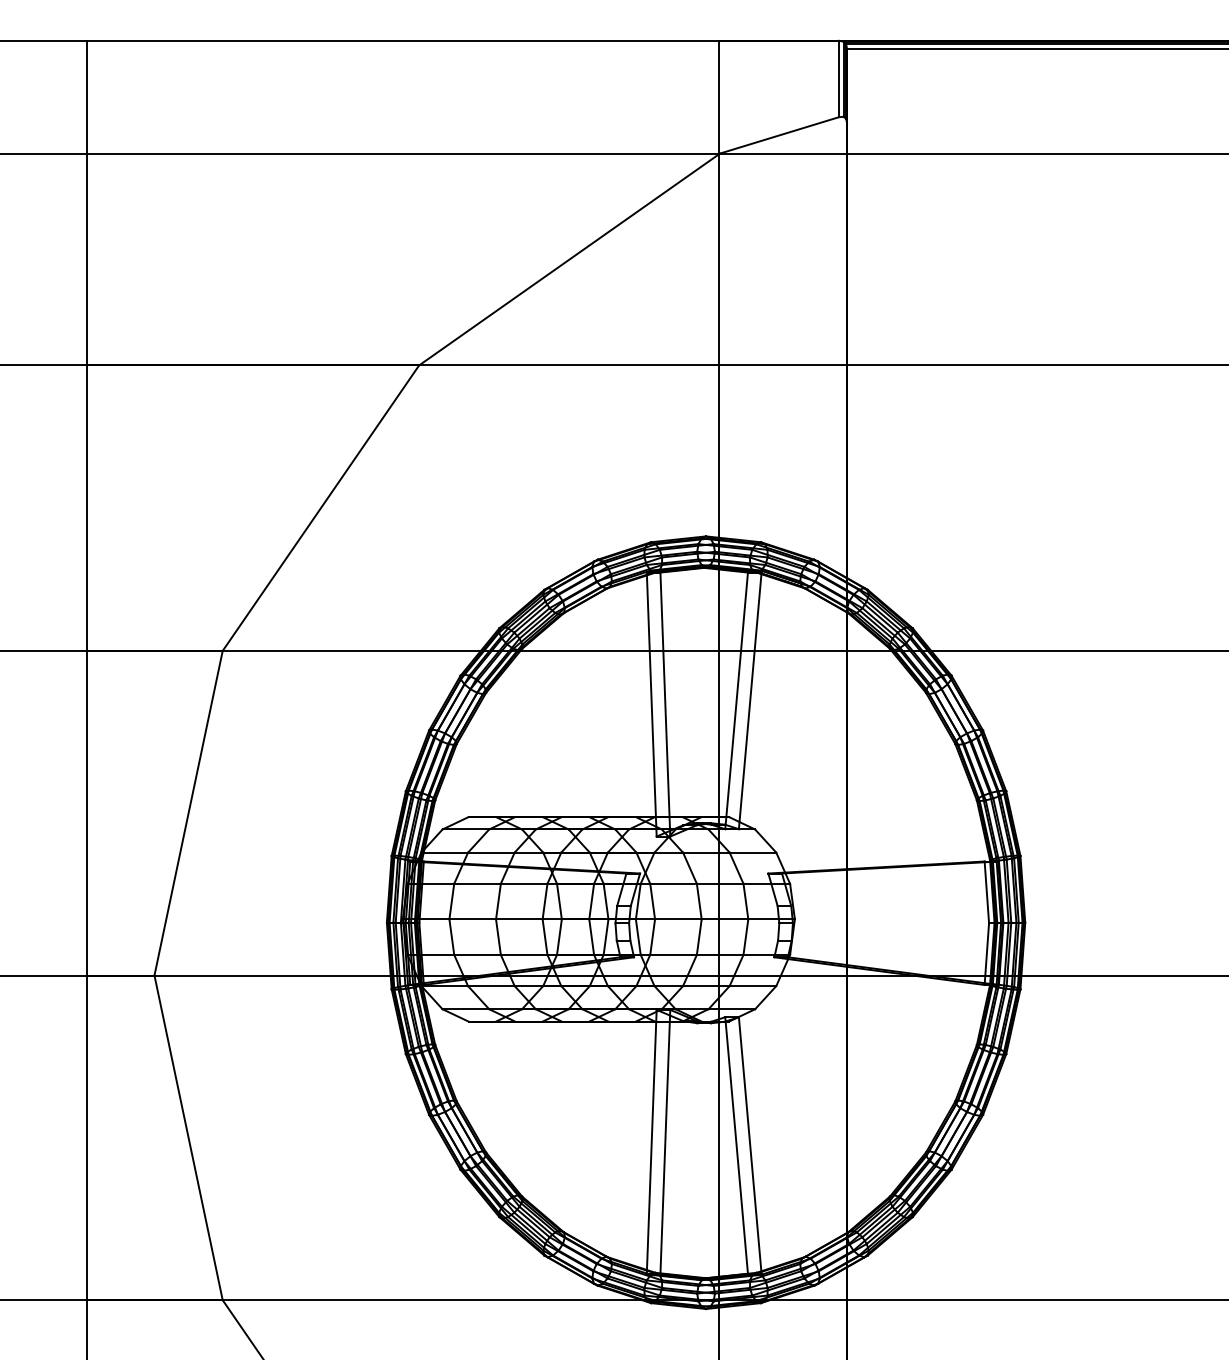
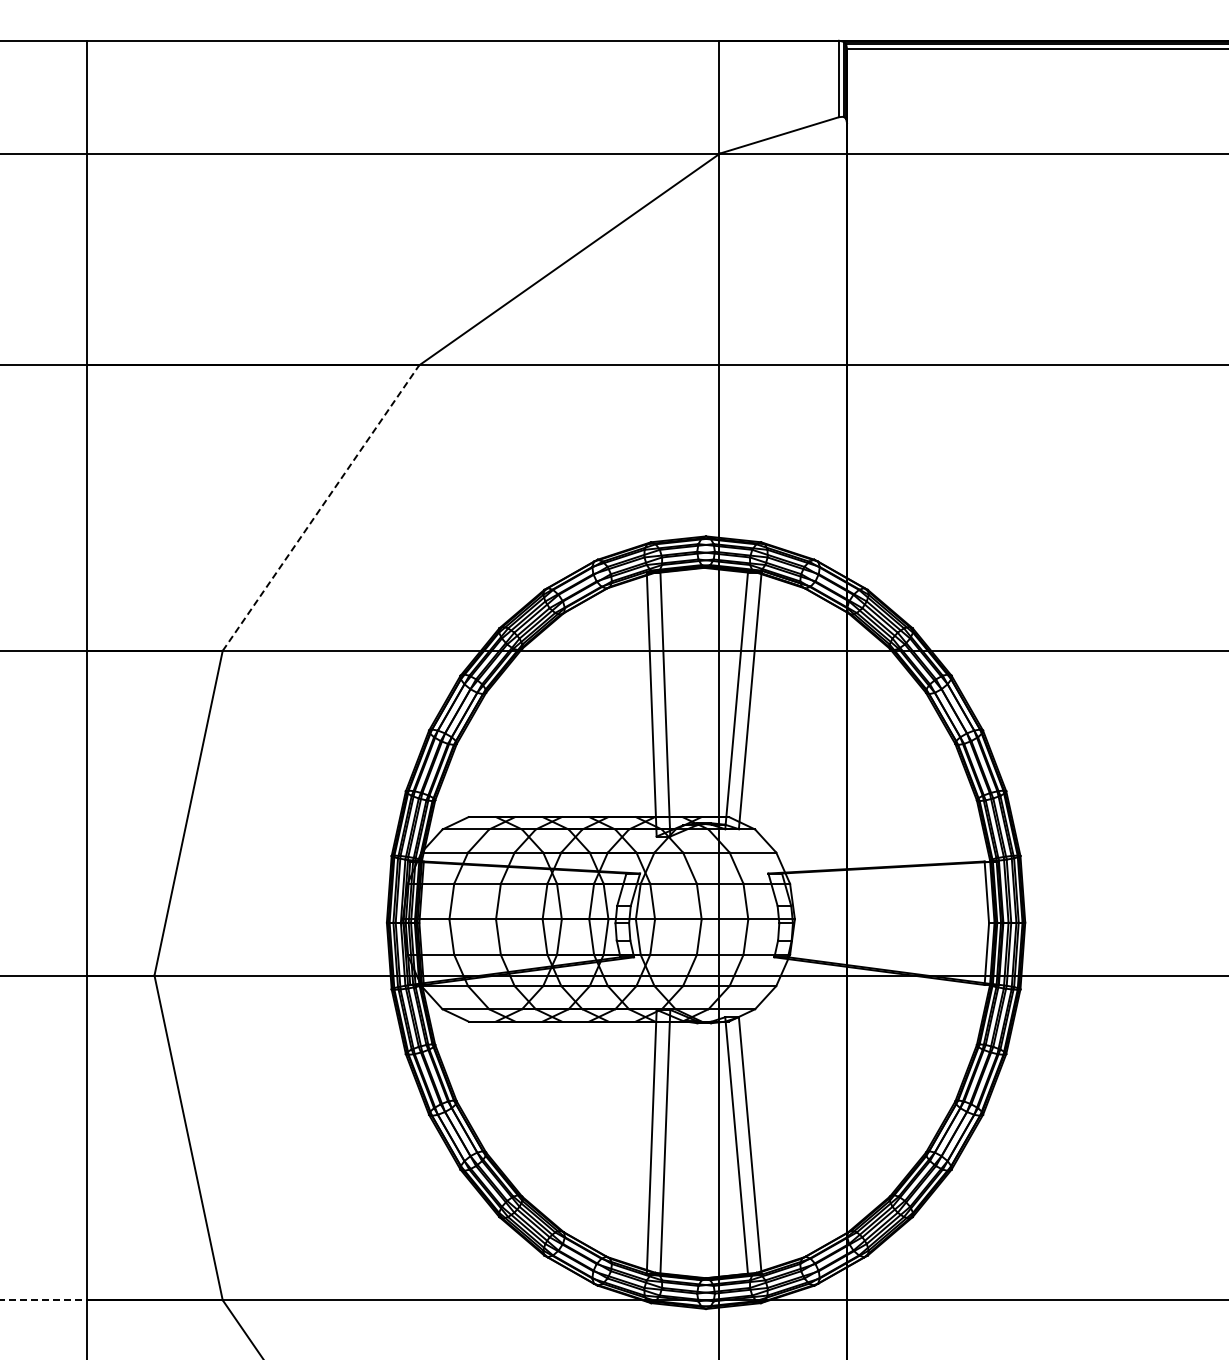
line at (321, 507): solid -> dashed
line at (43, 1300): solid -> dashed
